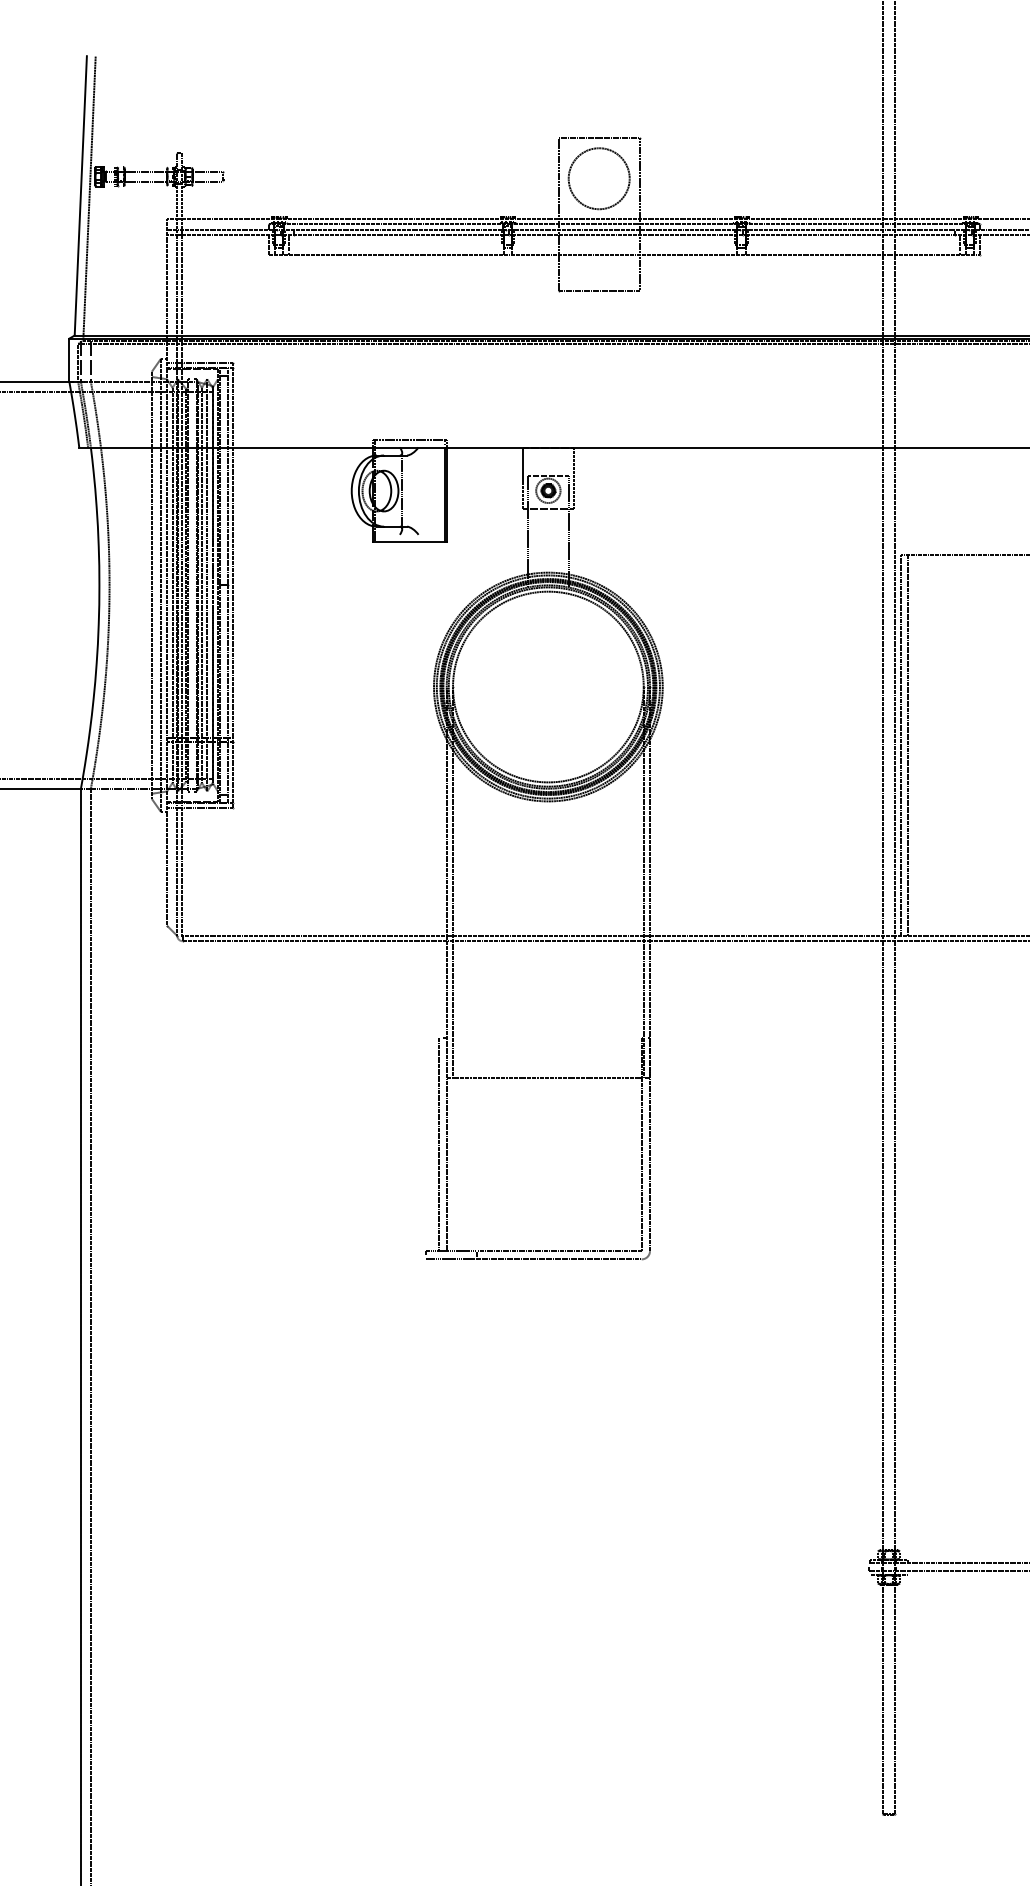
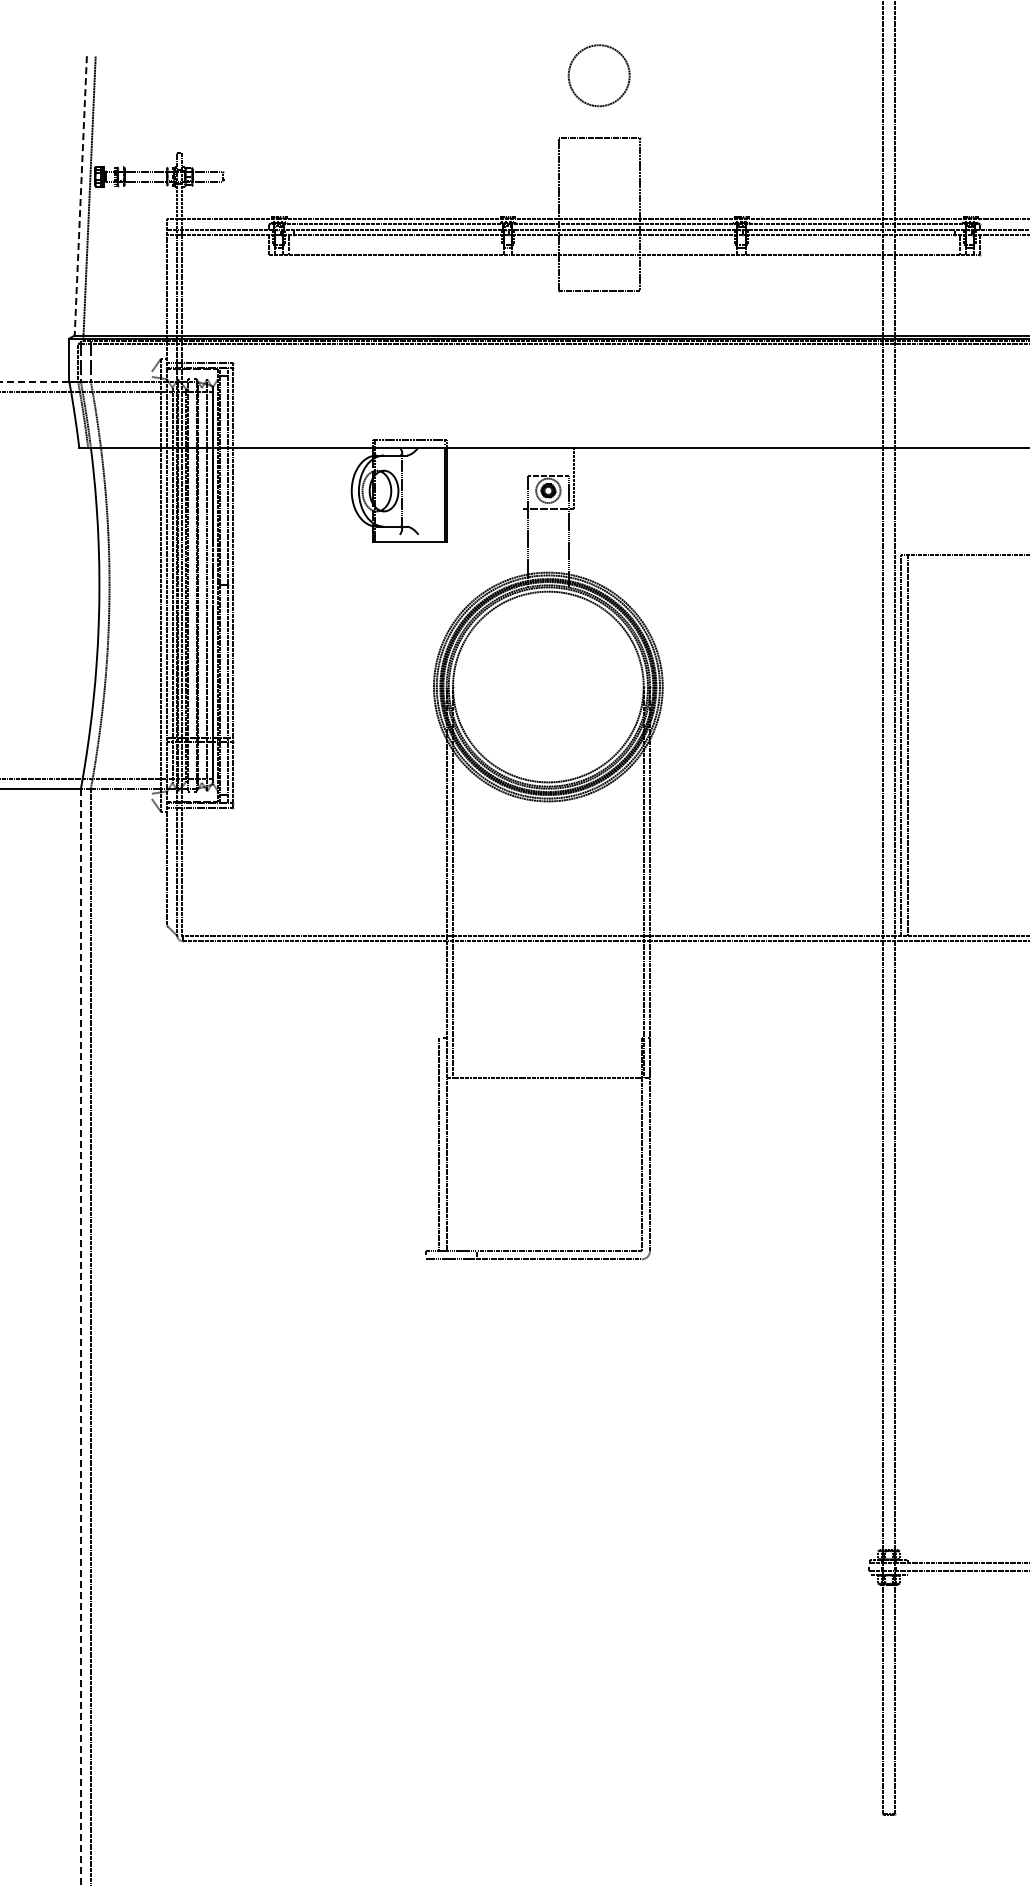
circle at (598, 178) position: (598, 178) -> (598, 75)
line at (80, 195): solid -> dashed
line at (34, 382): solid -> dashed
line at (522, 478): present -> none
line at (201, 584): present -> none
line at (151, 585): present -> none
line at (80, 1337): solid -> dashed
